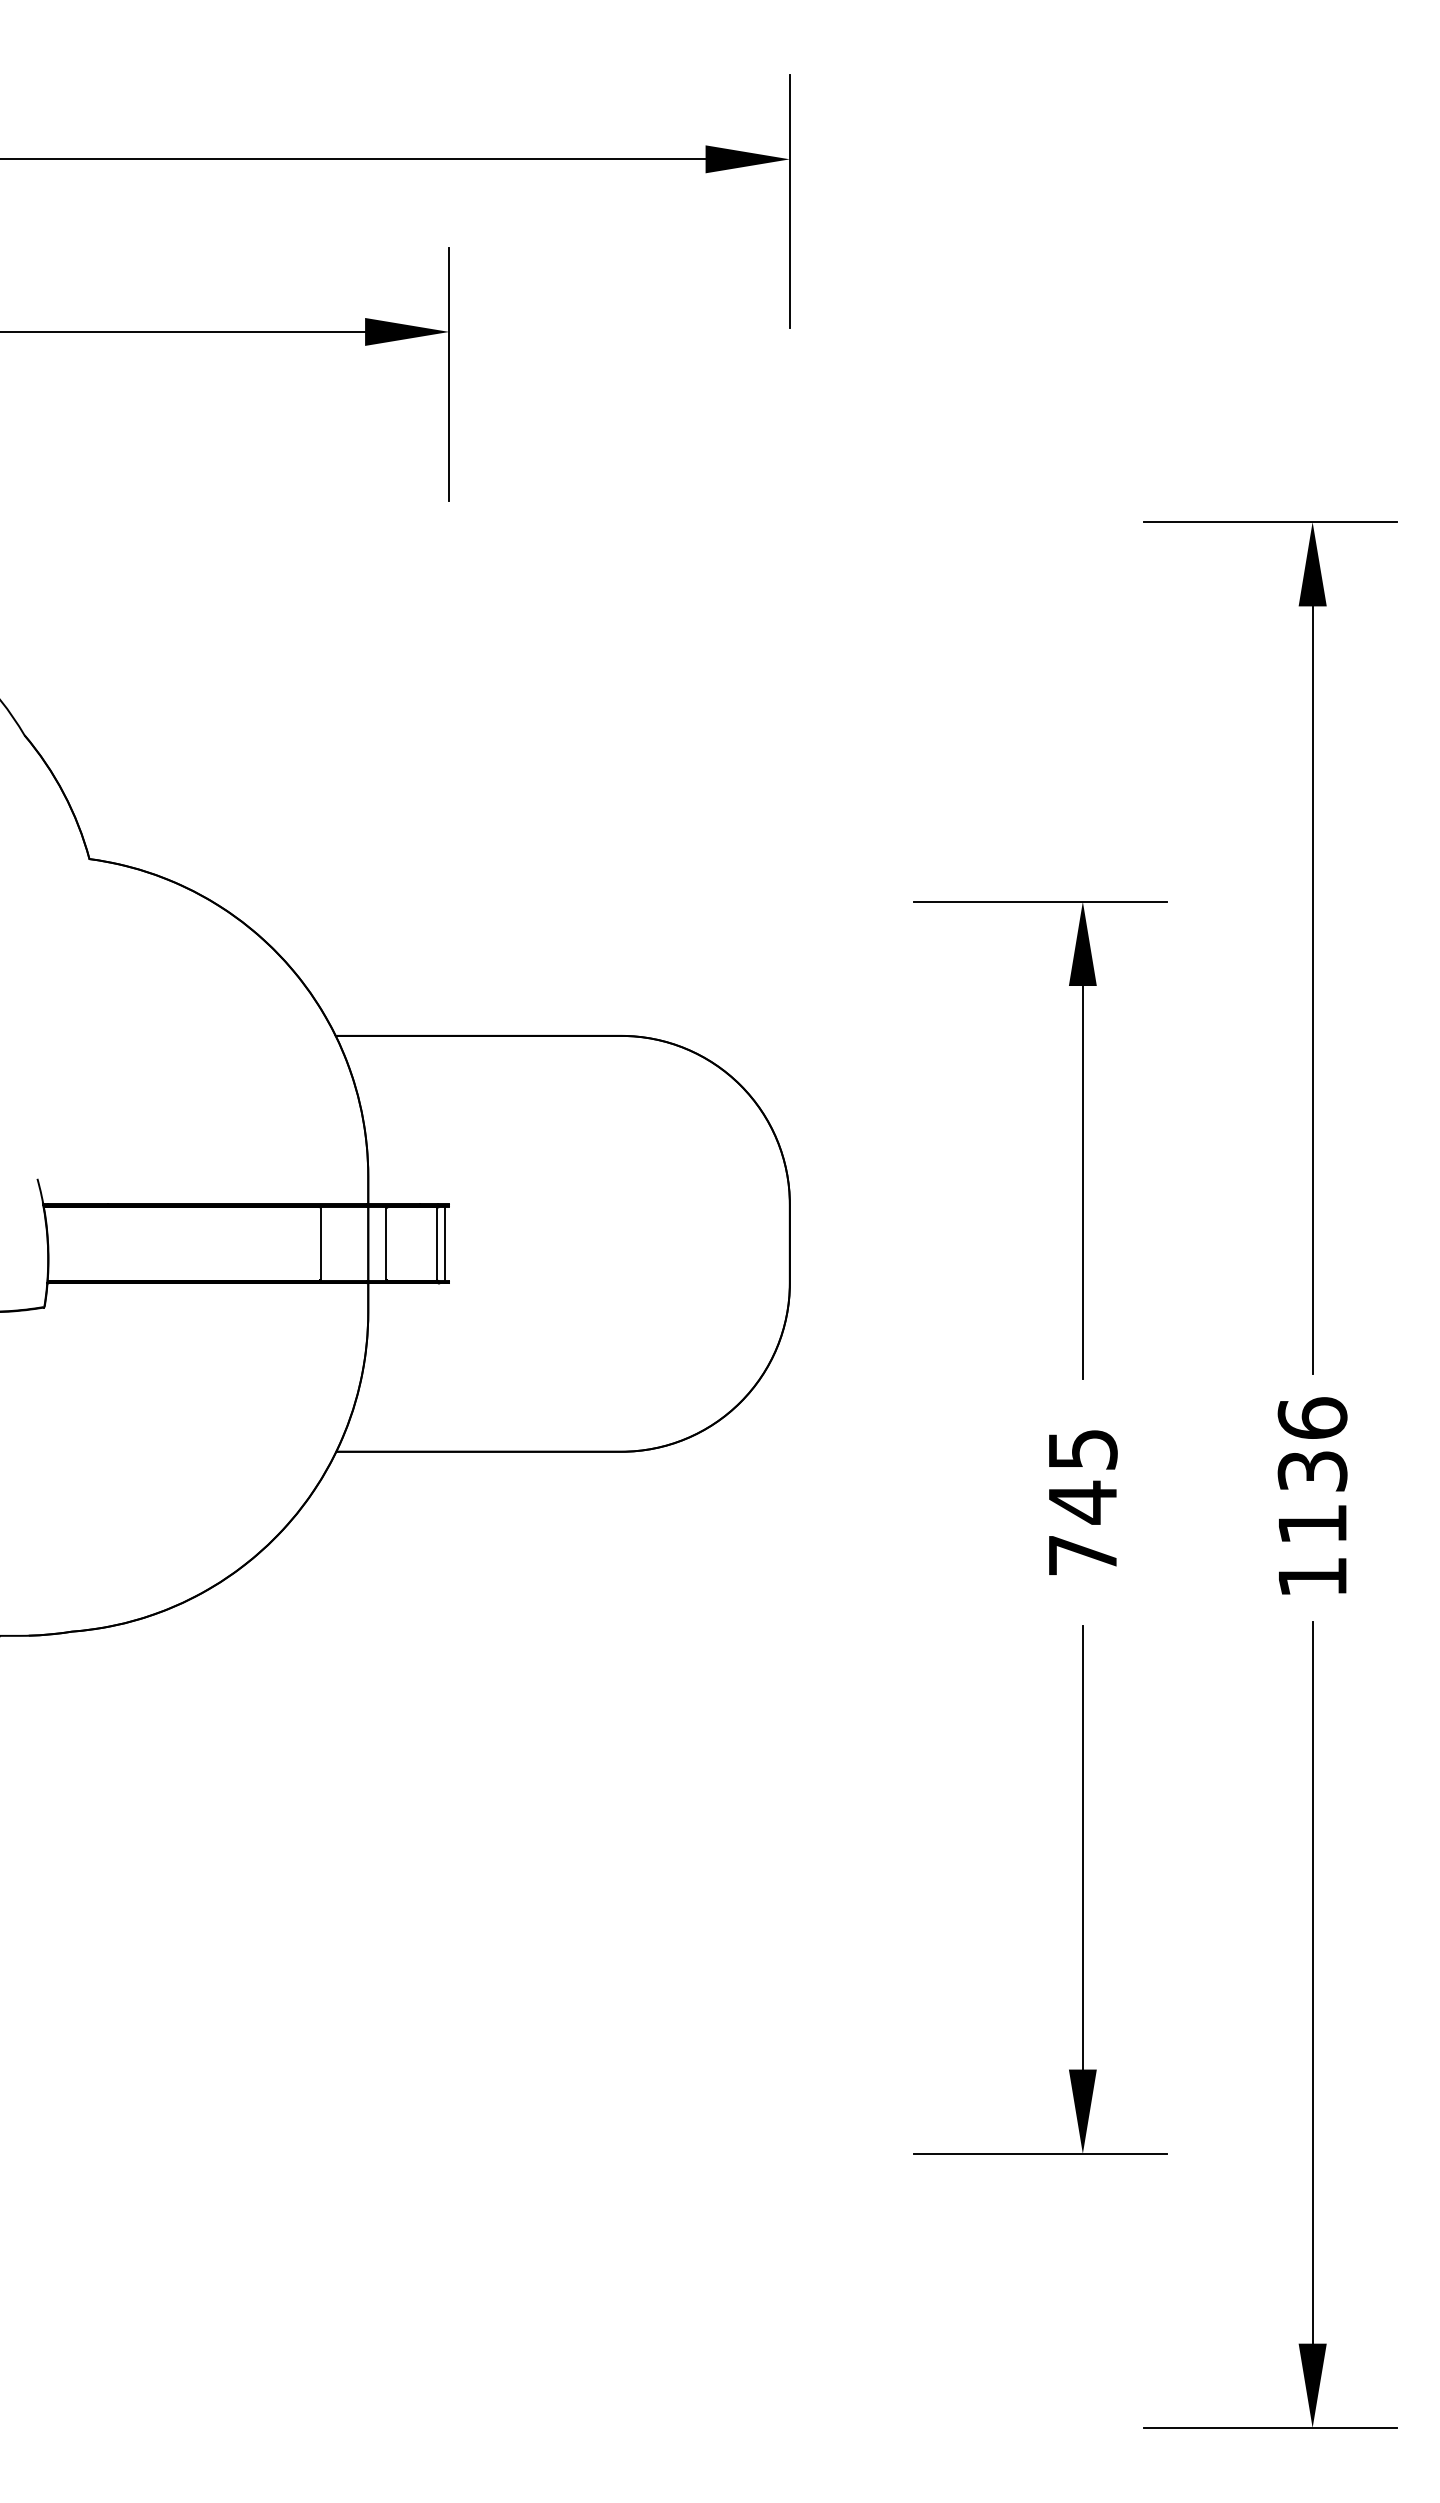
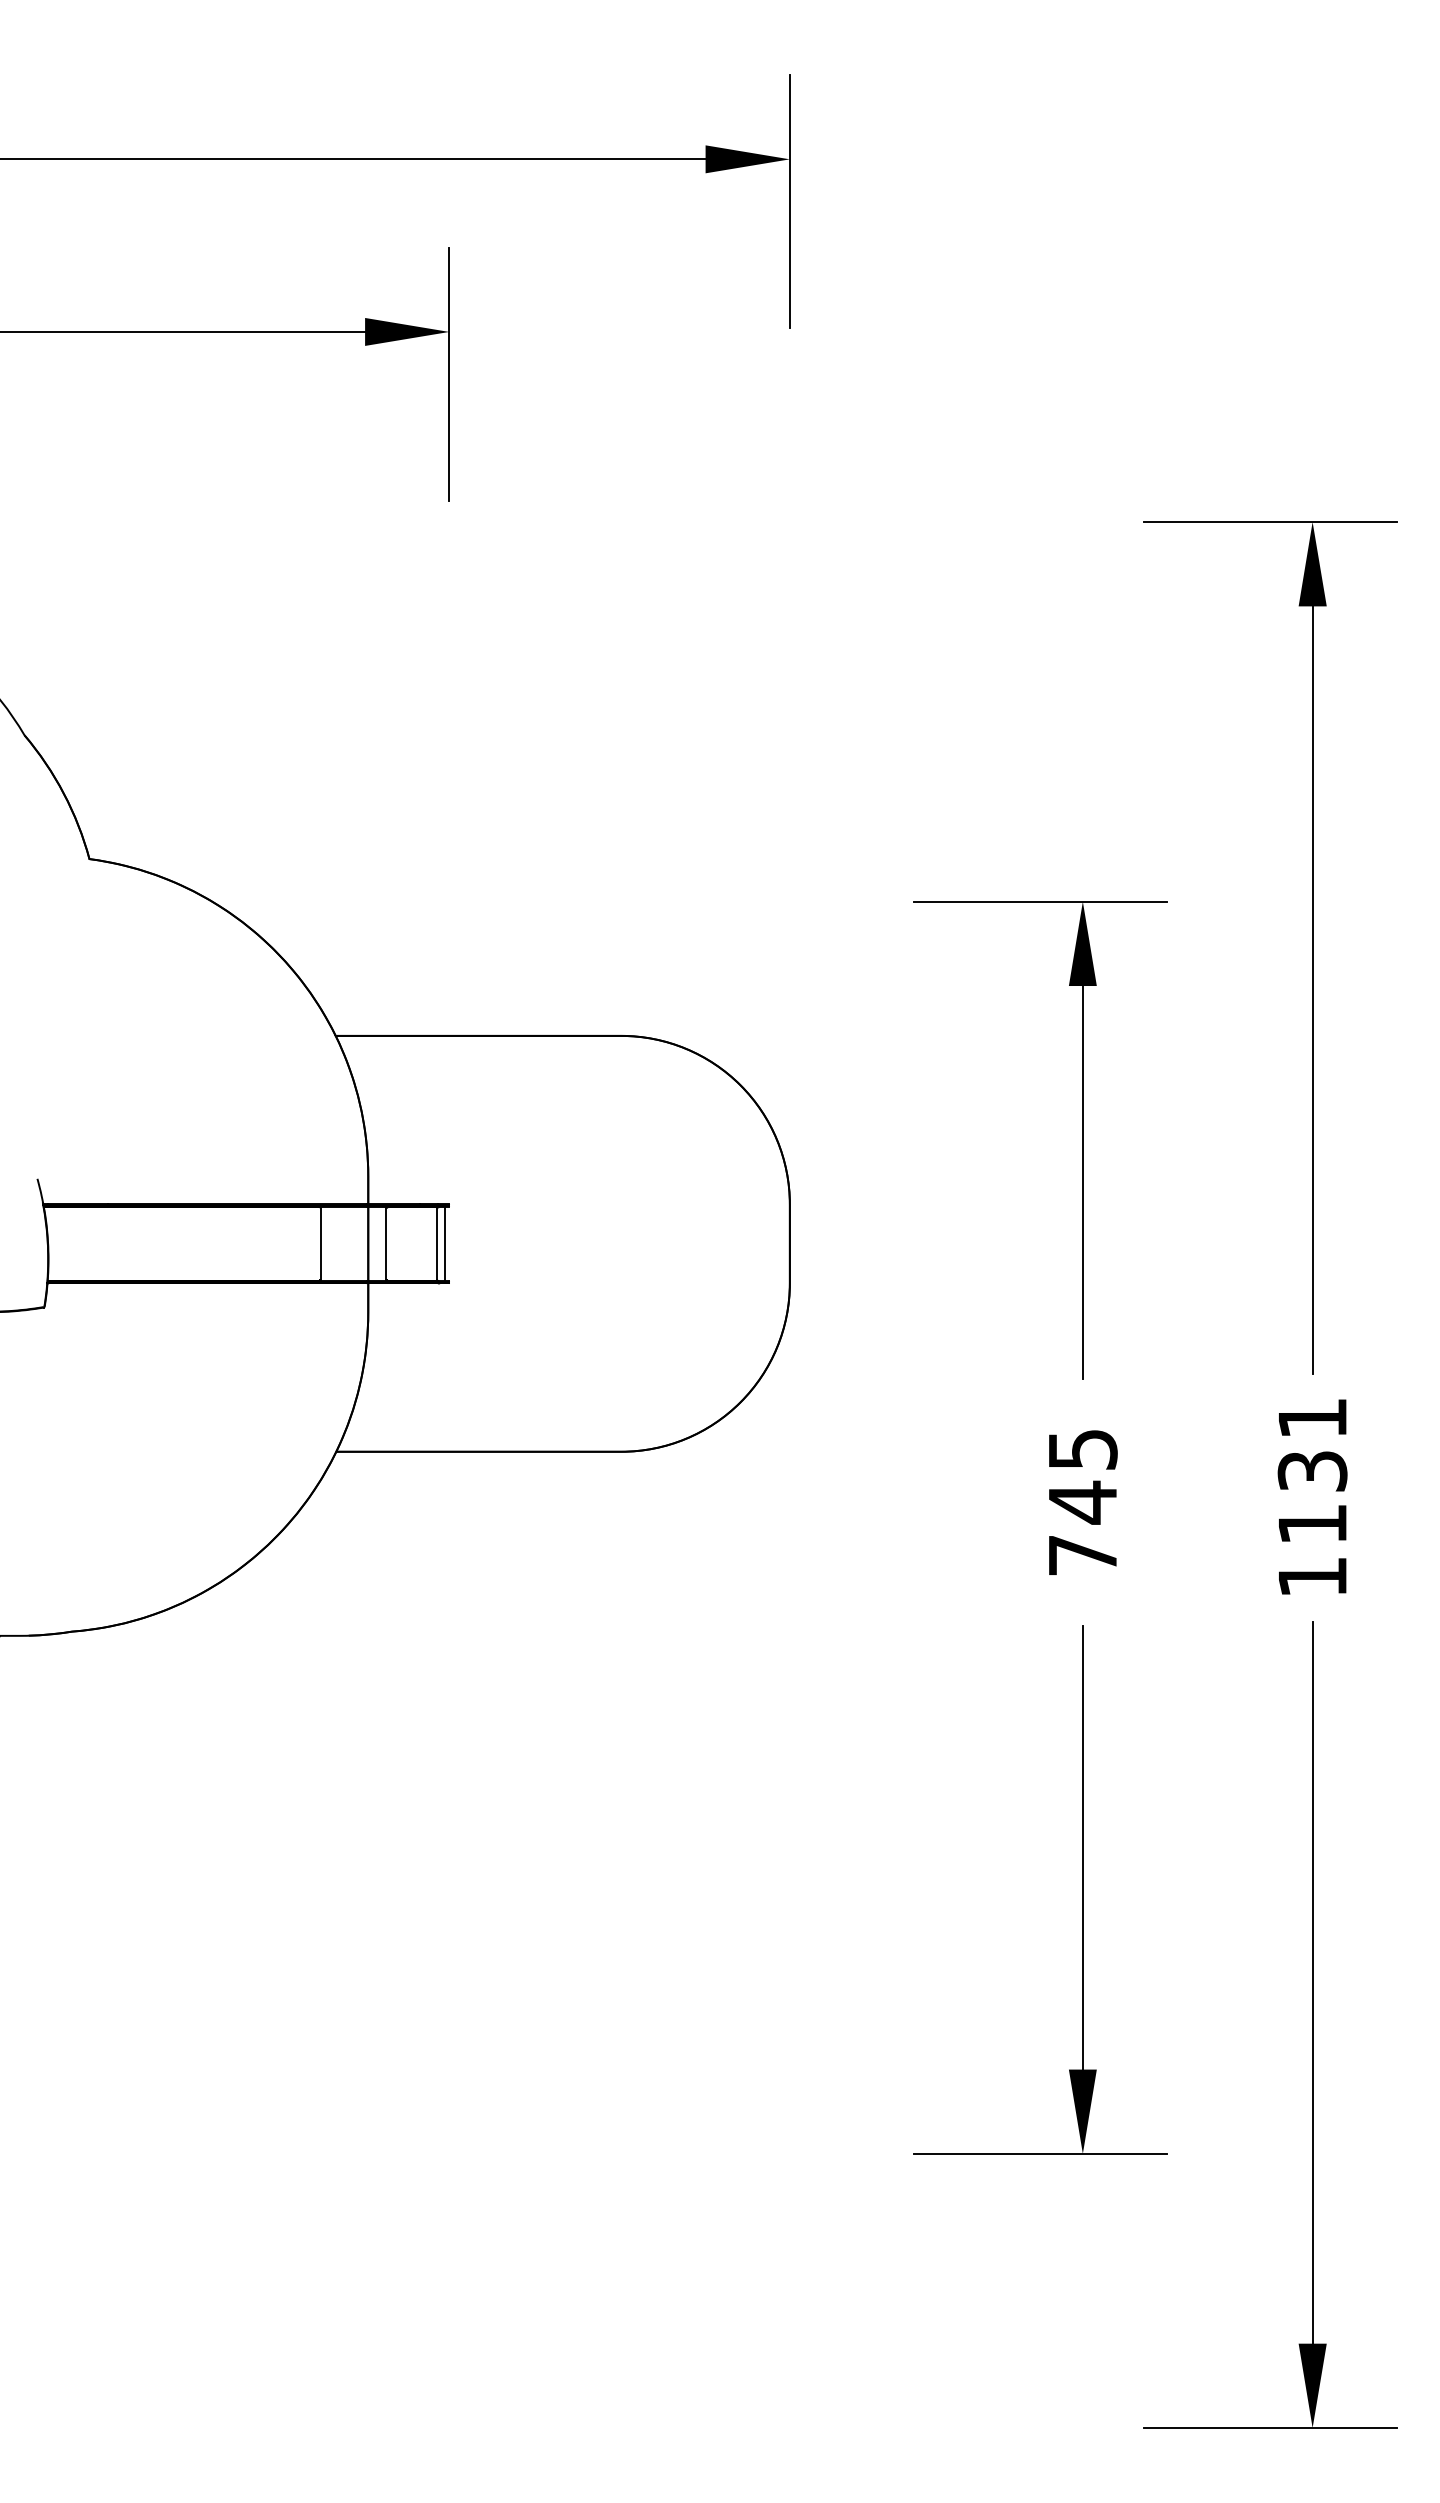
text at (1312, 1417): 1136 -> 1131
